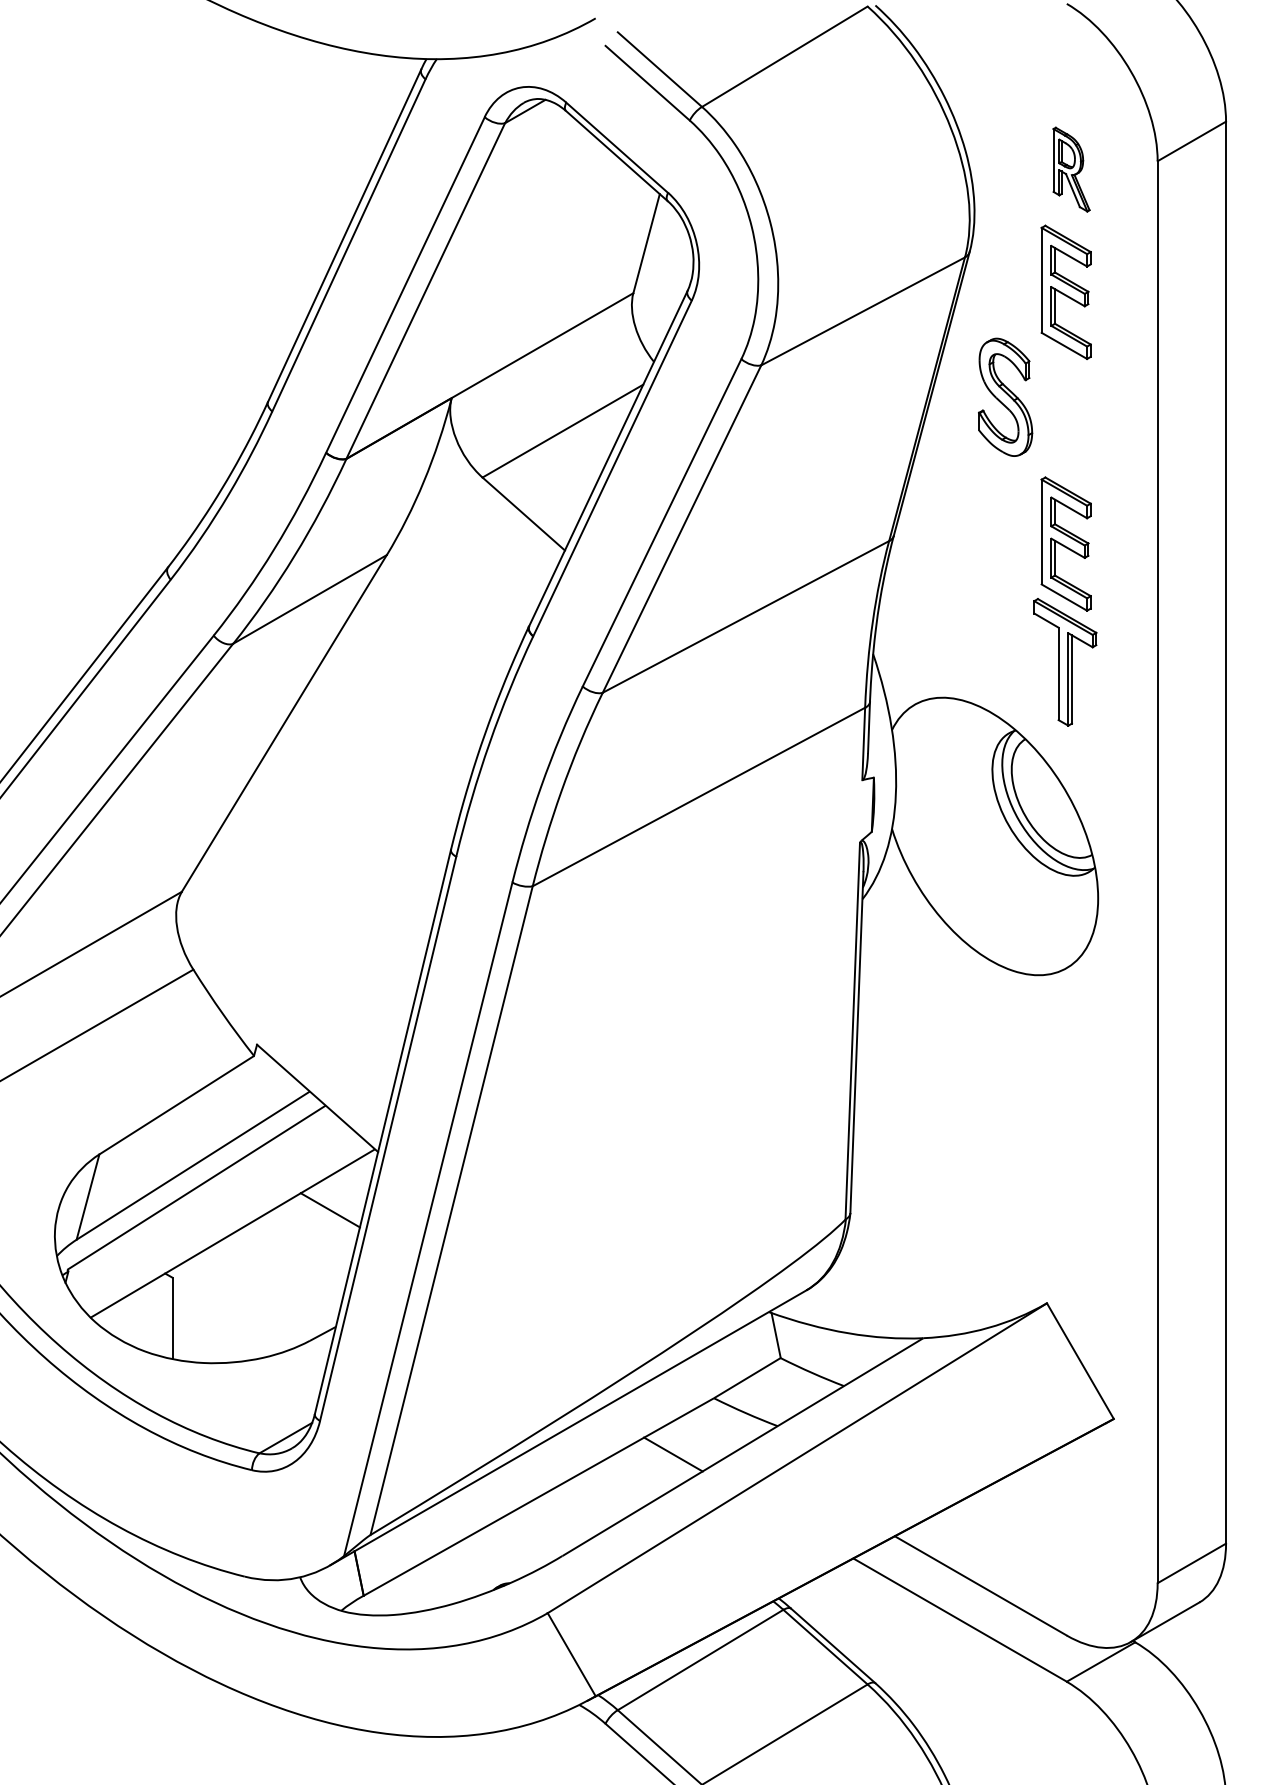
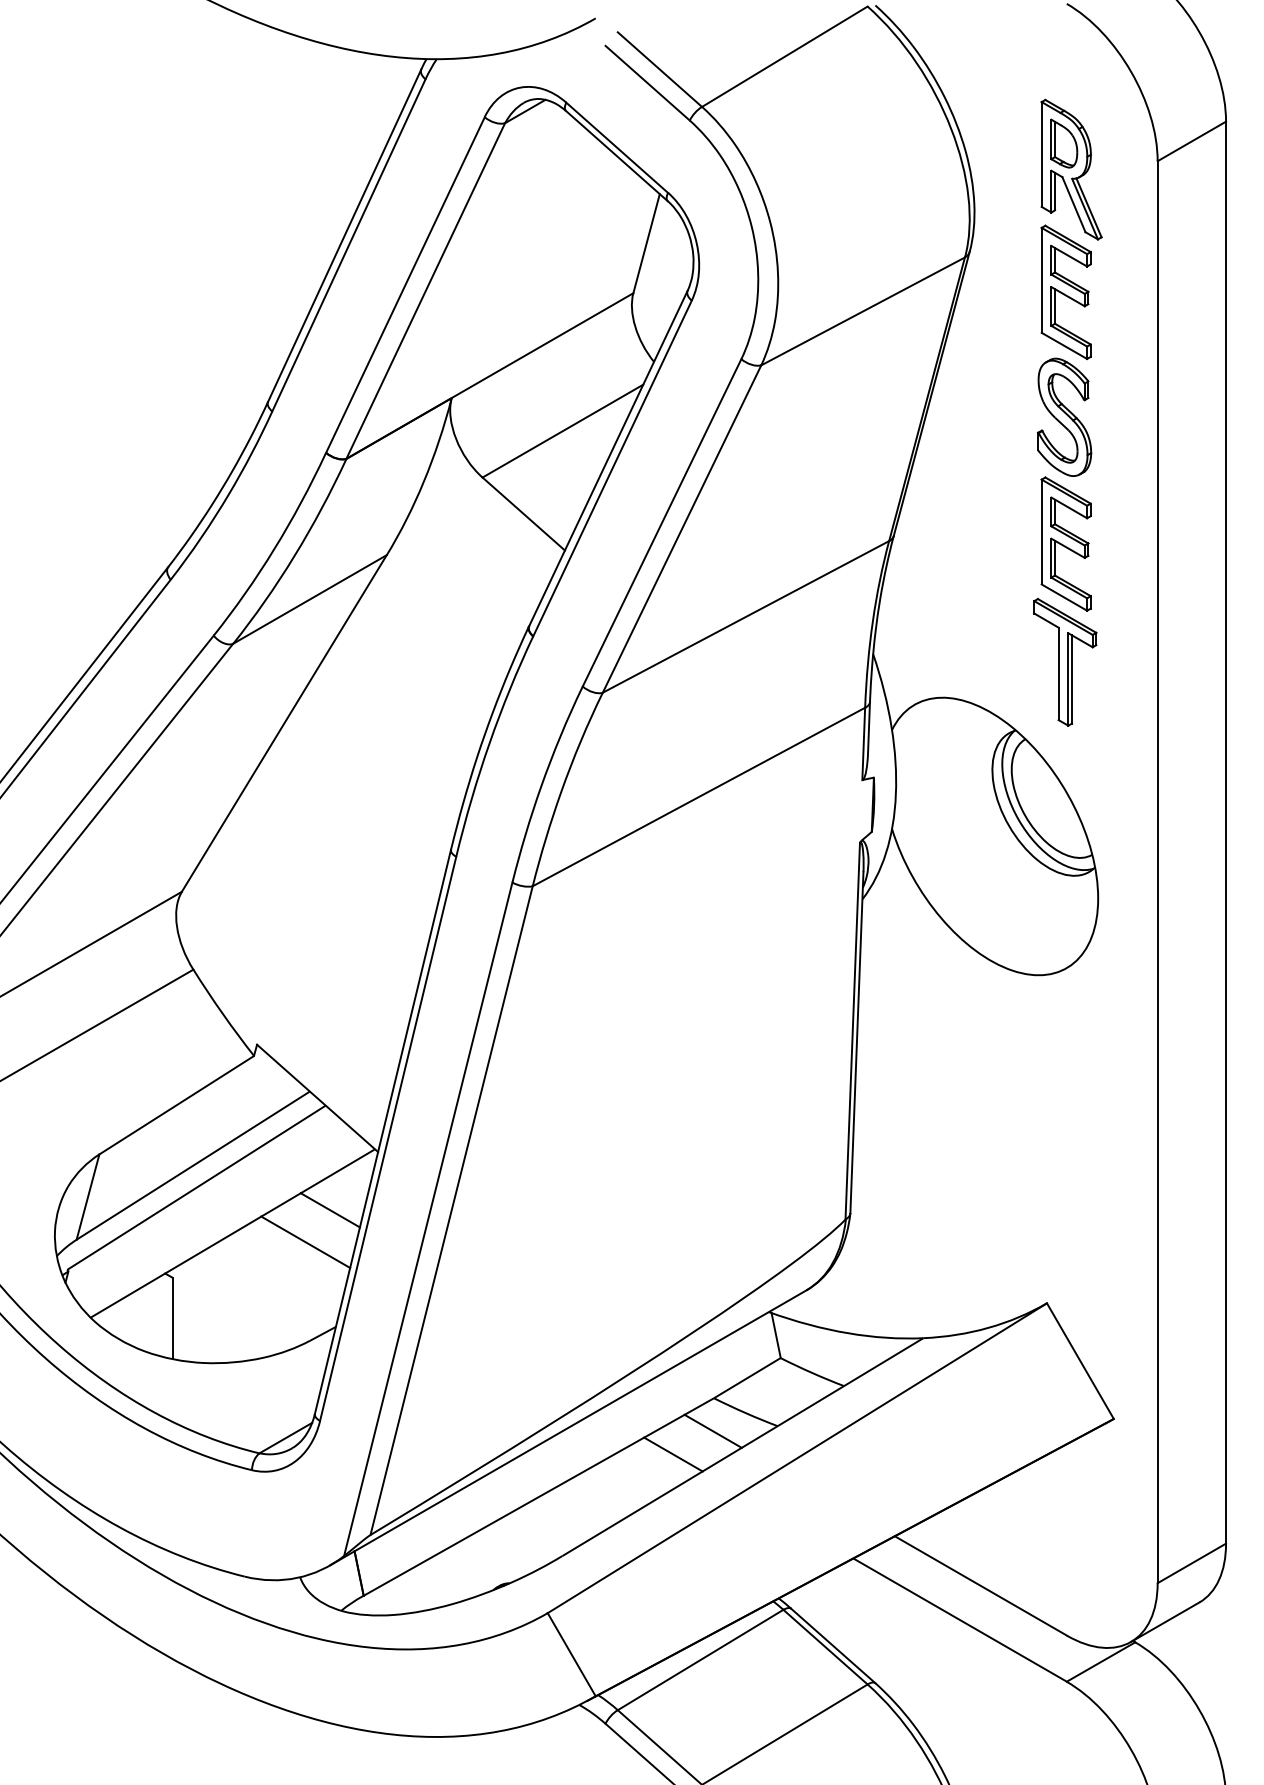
part at (1071, 169) size: 39x87 px -> 63x143 px
part at (1005, 396) position: (1005, 396) -> (1064, 416)
line at (305, 1241): none -> present
line at (712, 1430): none -> present
